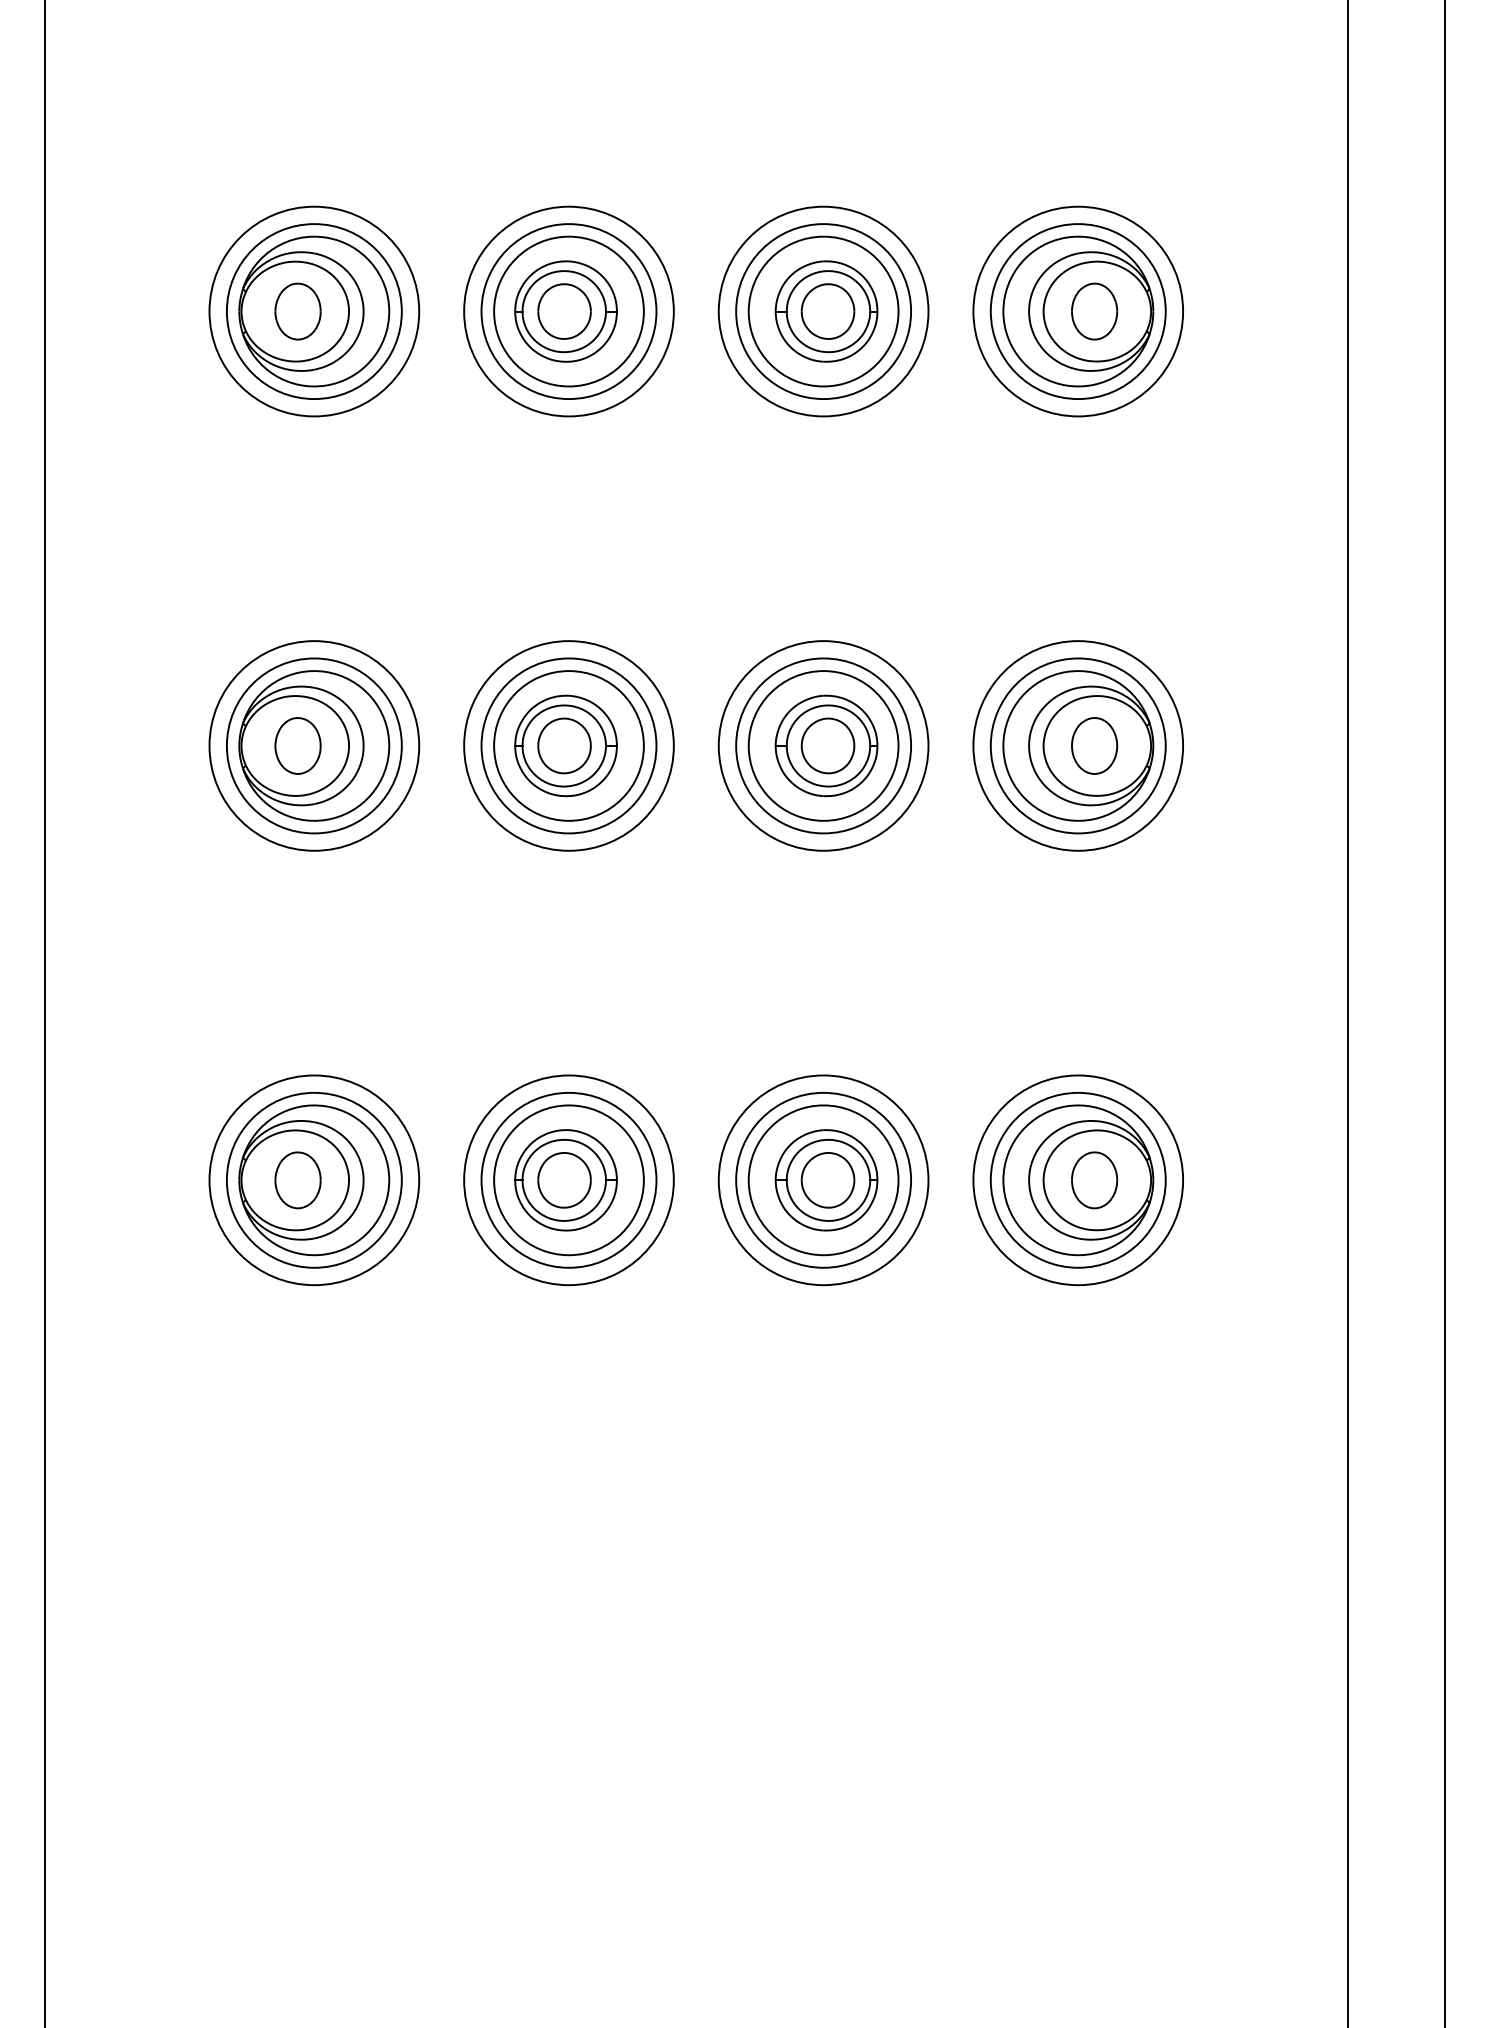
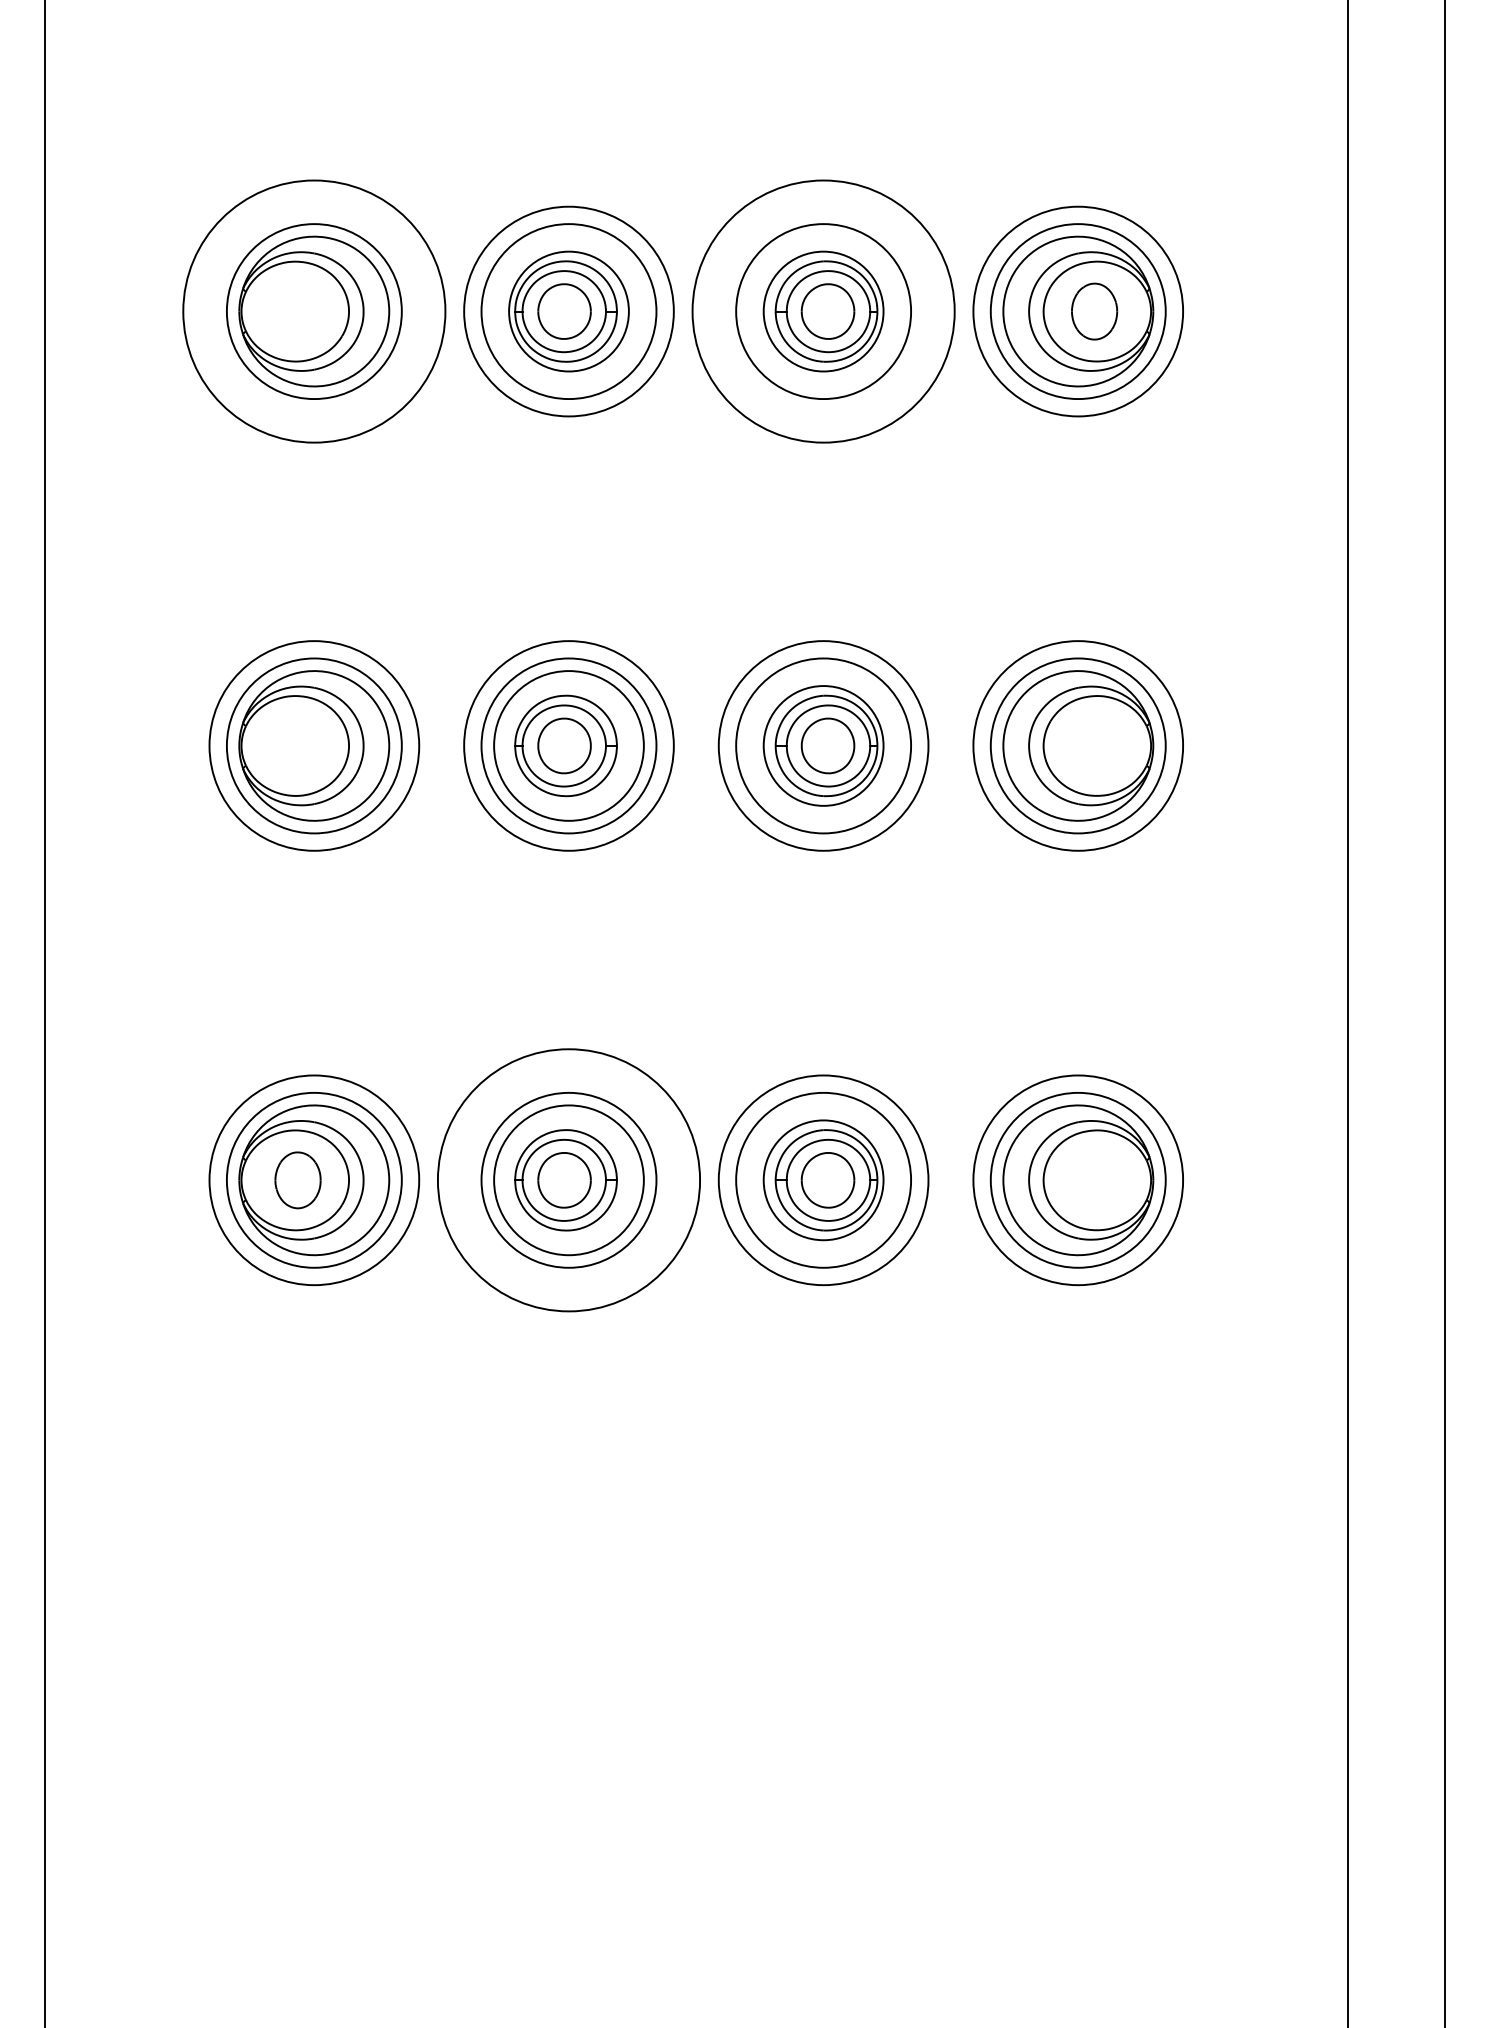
part at (297, 311): present -> none
circle at (314, 311) diameter: 210 px -> 262 px
circle at (568, 311) diameter: 150 px -> 120 px
circle at (823, 311) diameter: 150 px -> 120 px
circle at (823, 311) diameter: 210 px -> 262 px
part at (297, 745): present -> none
circle at (823, 745) diameter: 150 px -> 120 px
part at (1094, 745): present -> none
circle at (568, 1180) diameter: 210 px -> 262 px
circle at (823, 1180) diameter: 150 px -> 120 px
part at (1094, 1180): present -> none
